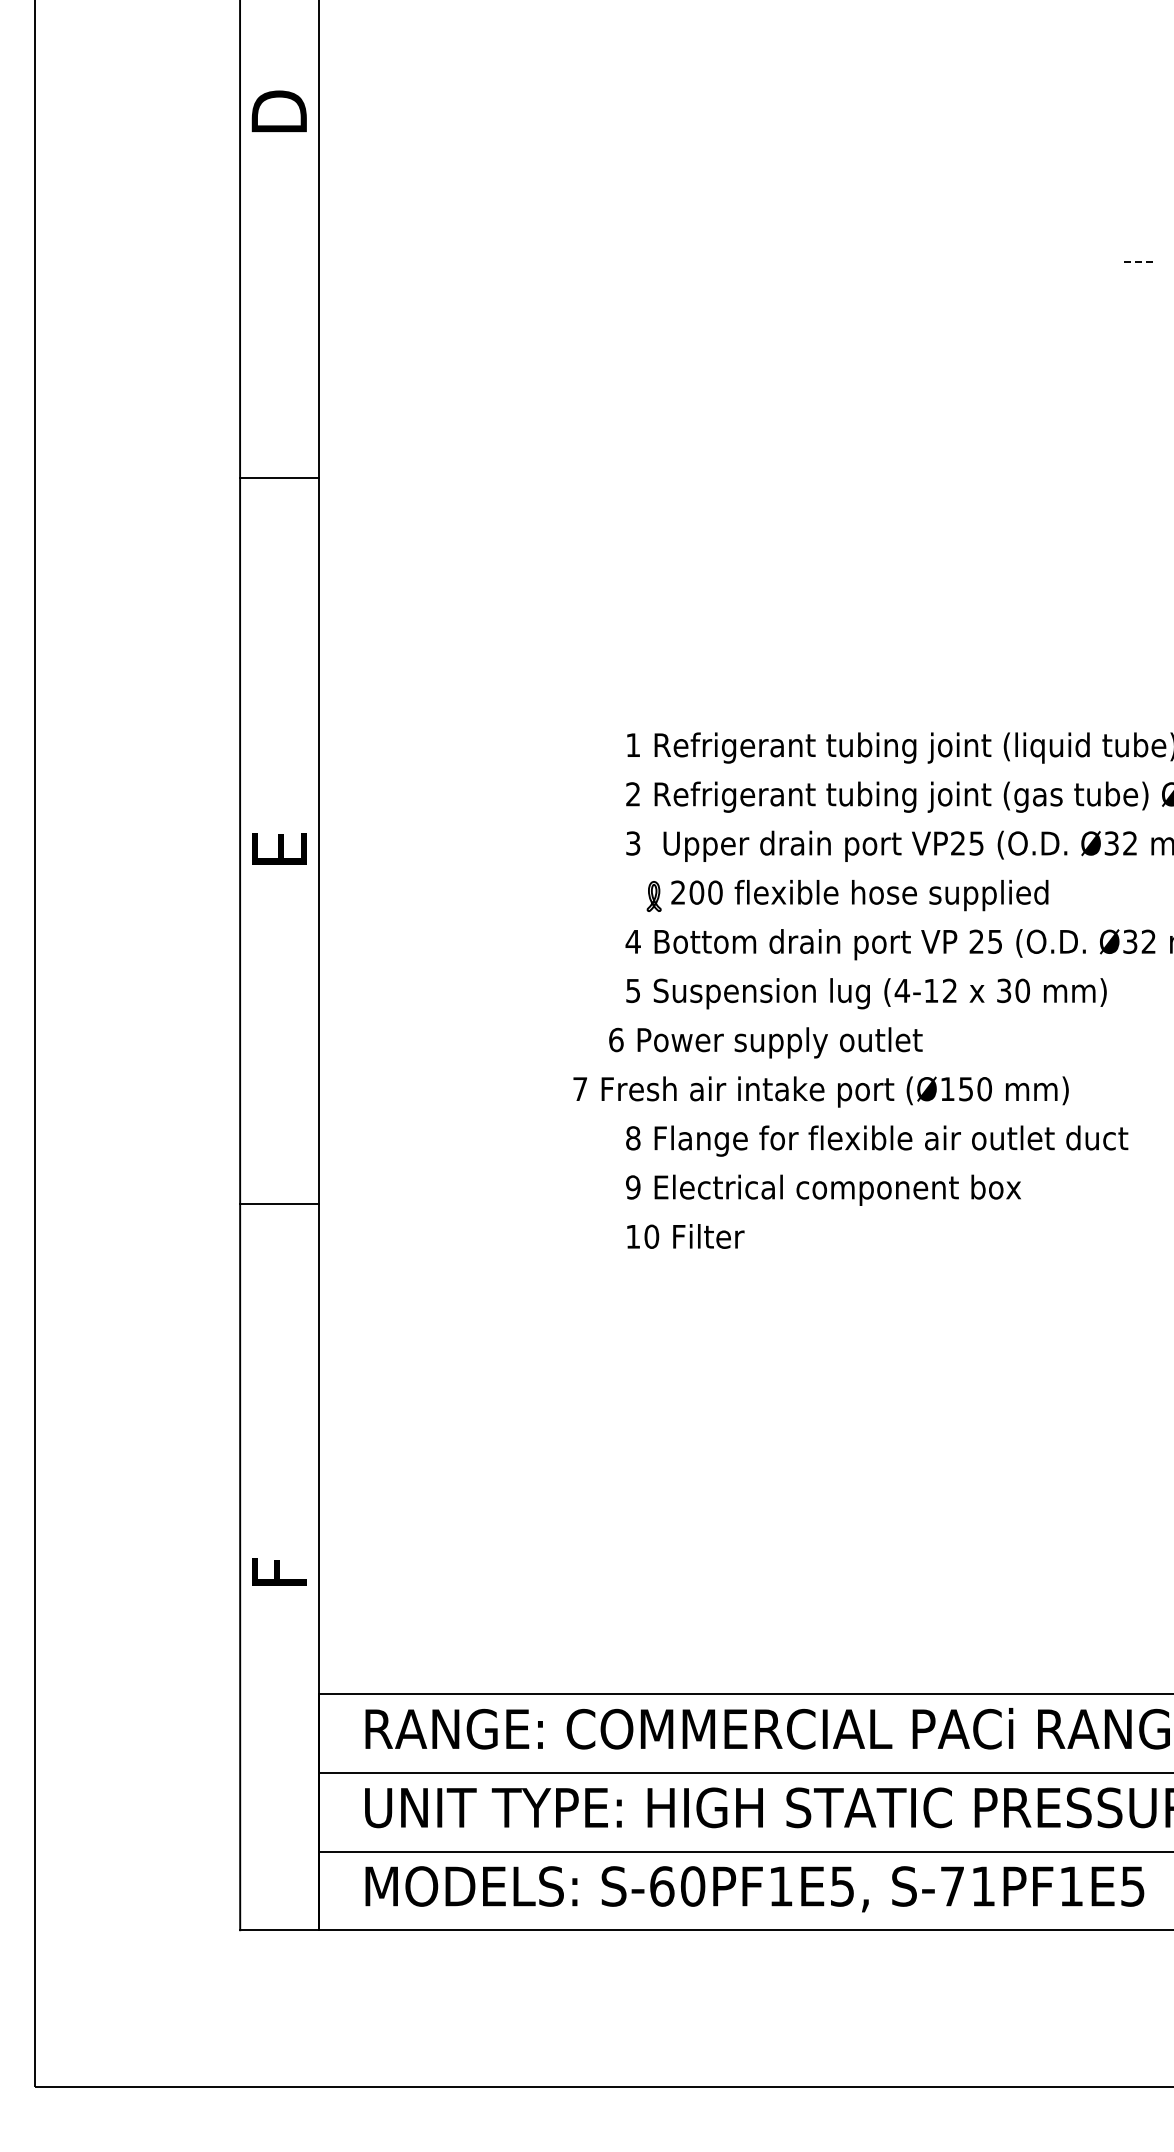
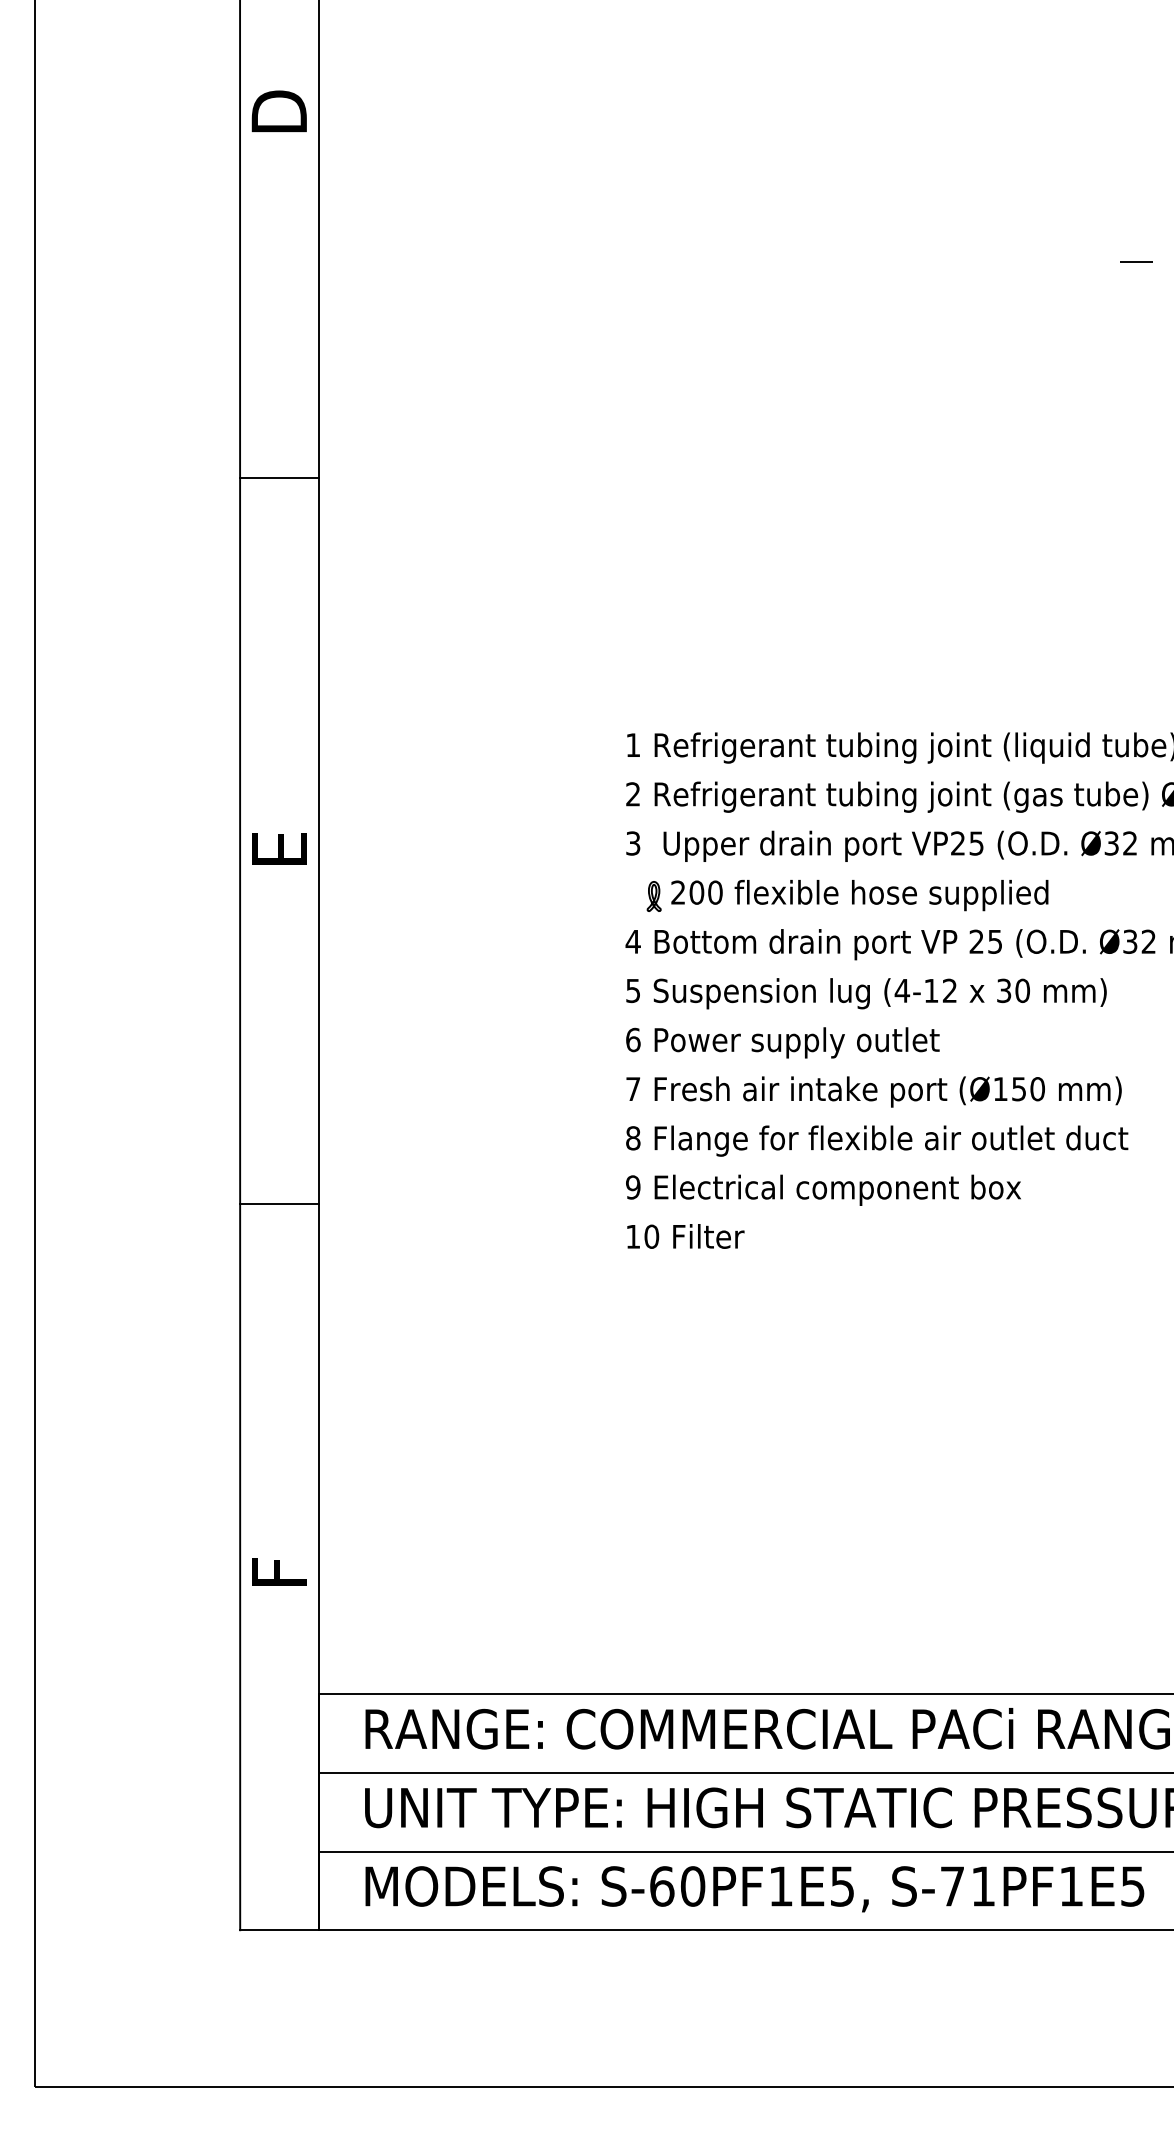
line at (1136, 261): dashed -> solid
text at (765, 1042) position: (765, 1042) -> (782, 1042)
text at (820, 1091) position: (820, 1091) -> (873, 1091)
